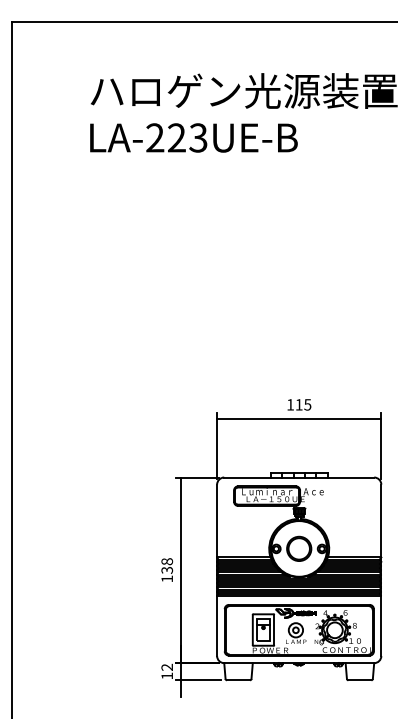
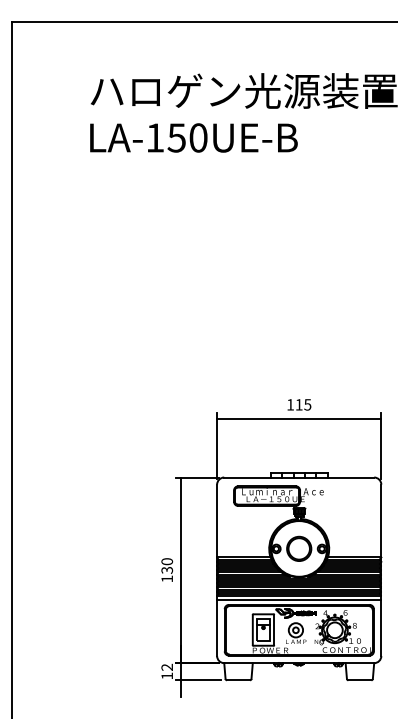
text at (176, 137): LA-223UE-B -> LA-150UE-B
text at (167, 561): 138 -> 130
line at (299, 600): none -> present
